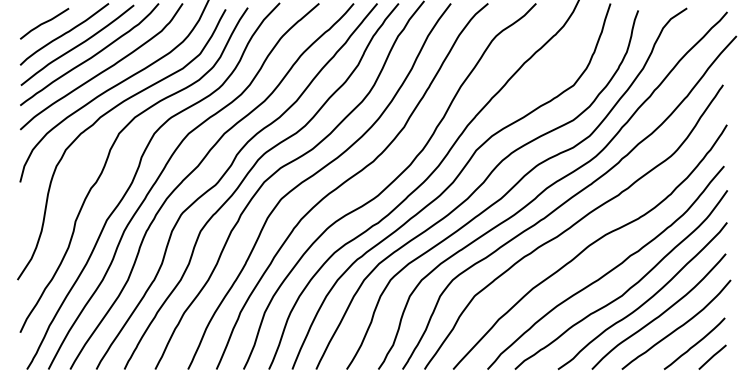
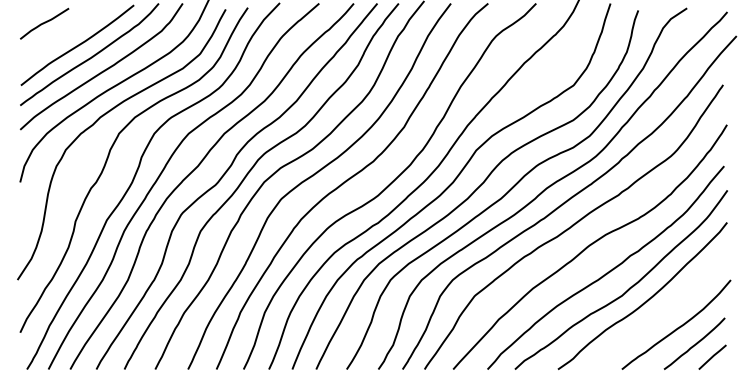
curve at (64, 34): present -> none
curve at (659, 314): present -> none
